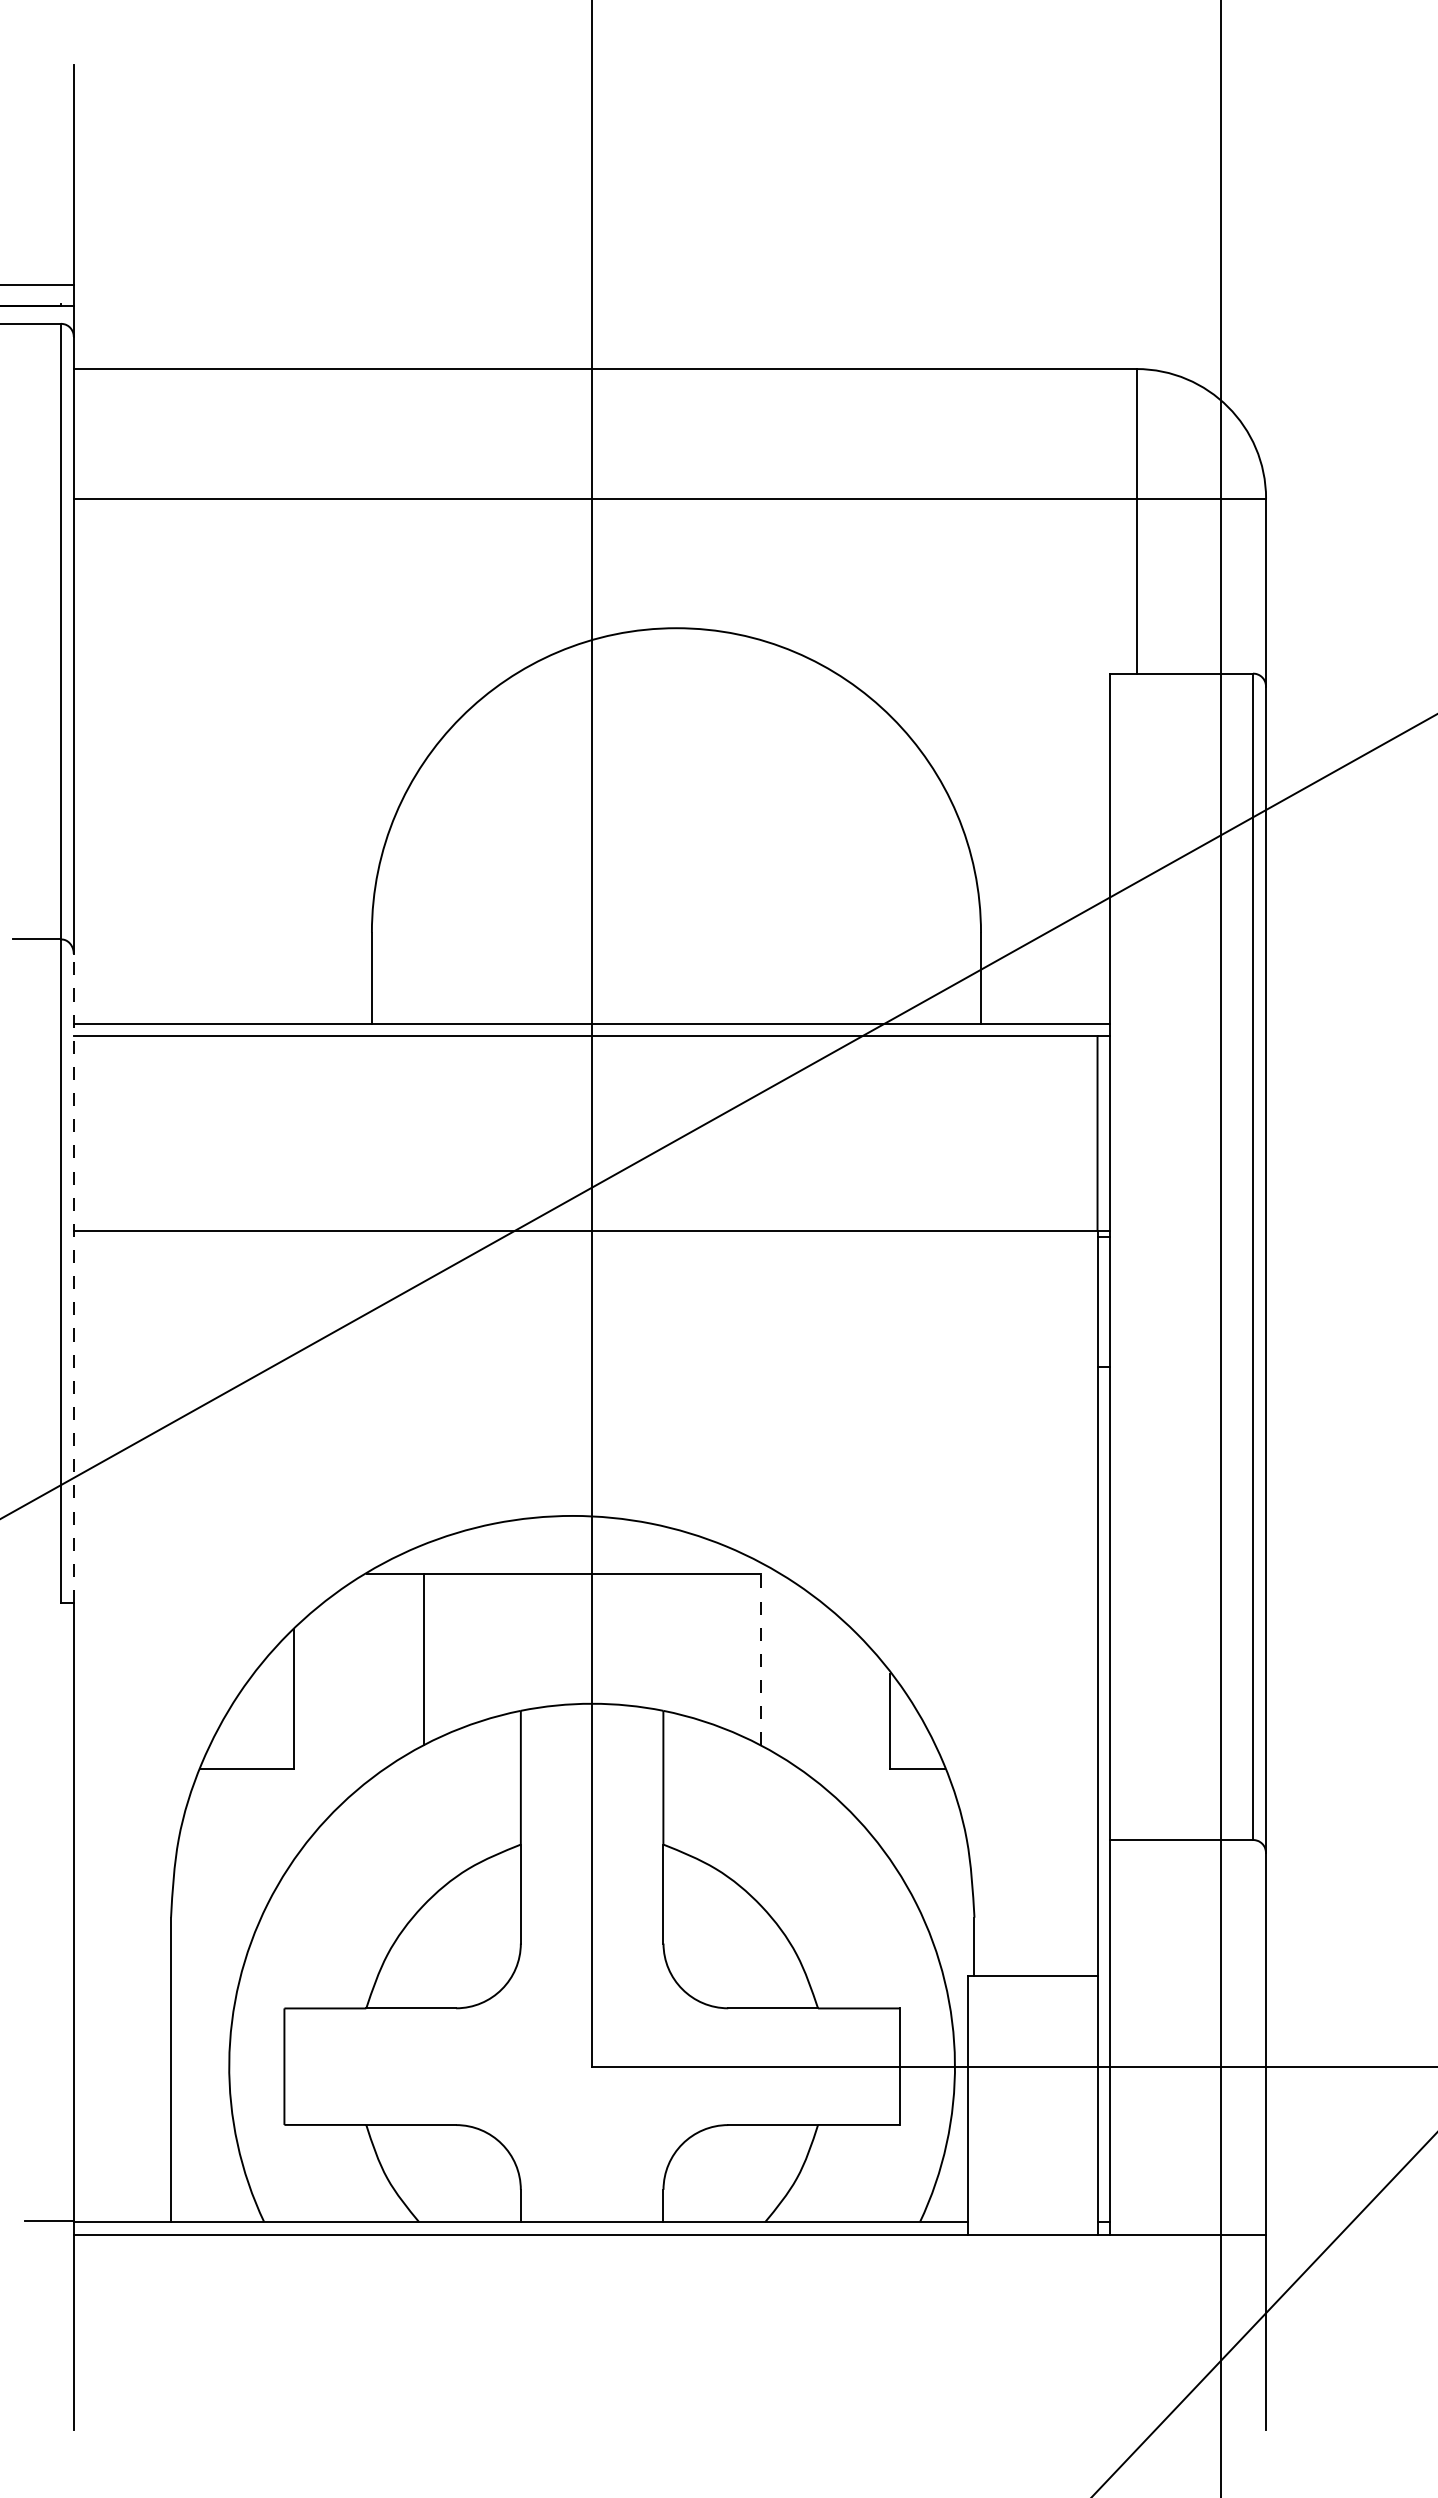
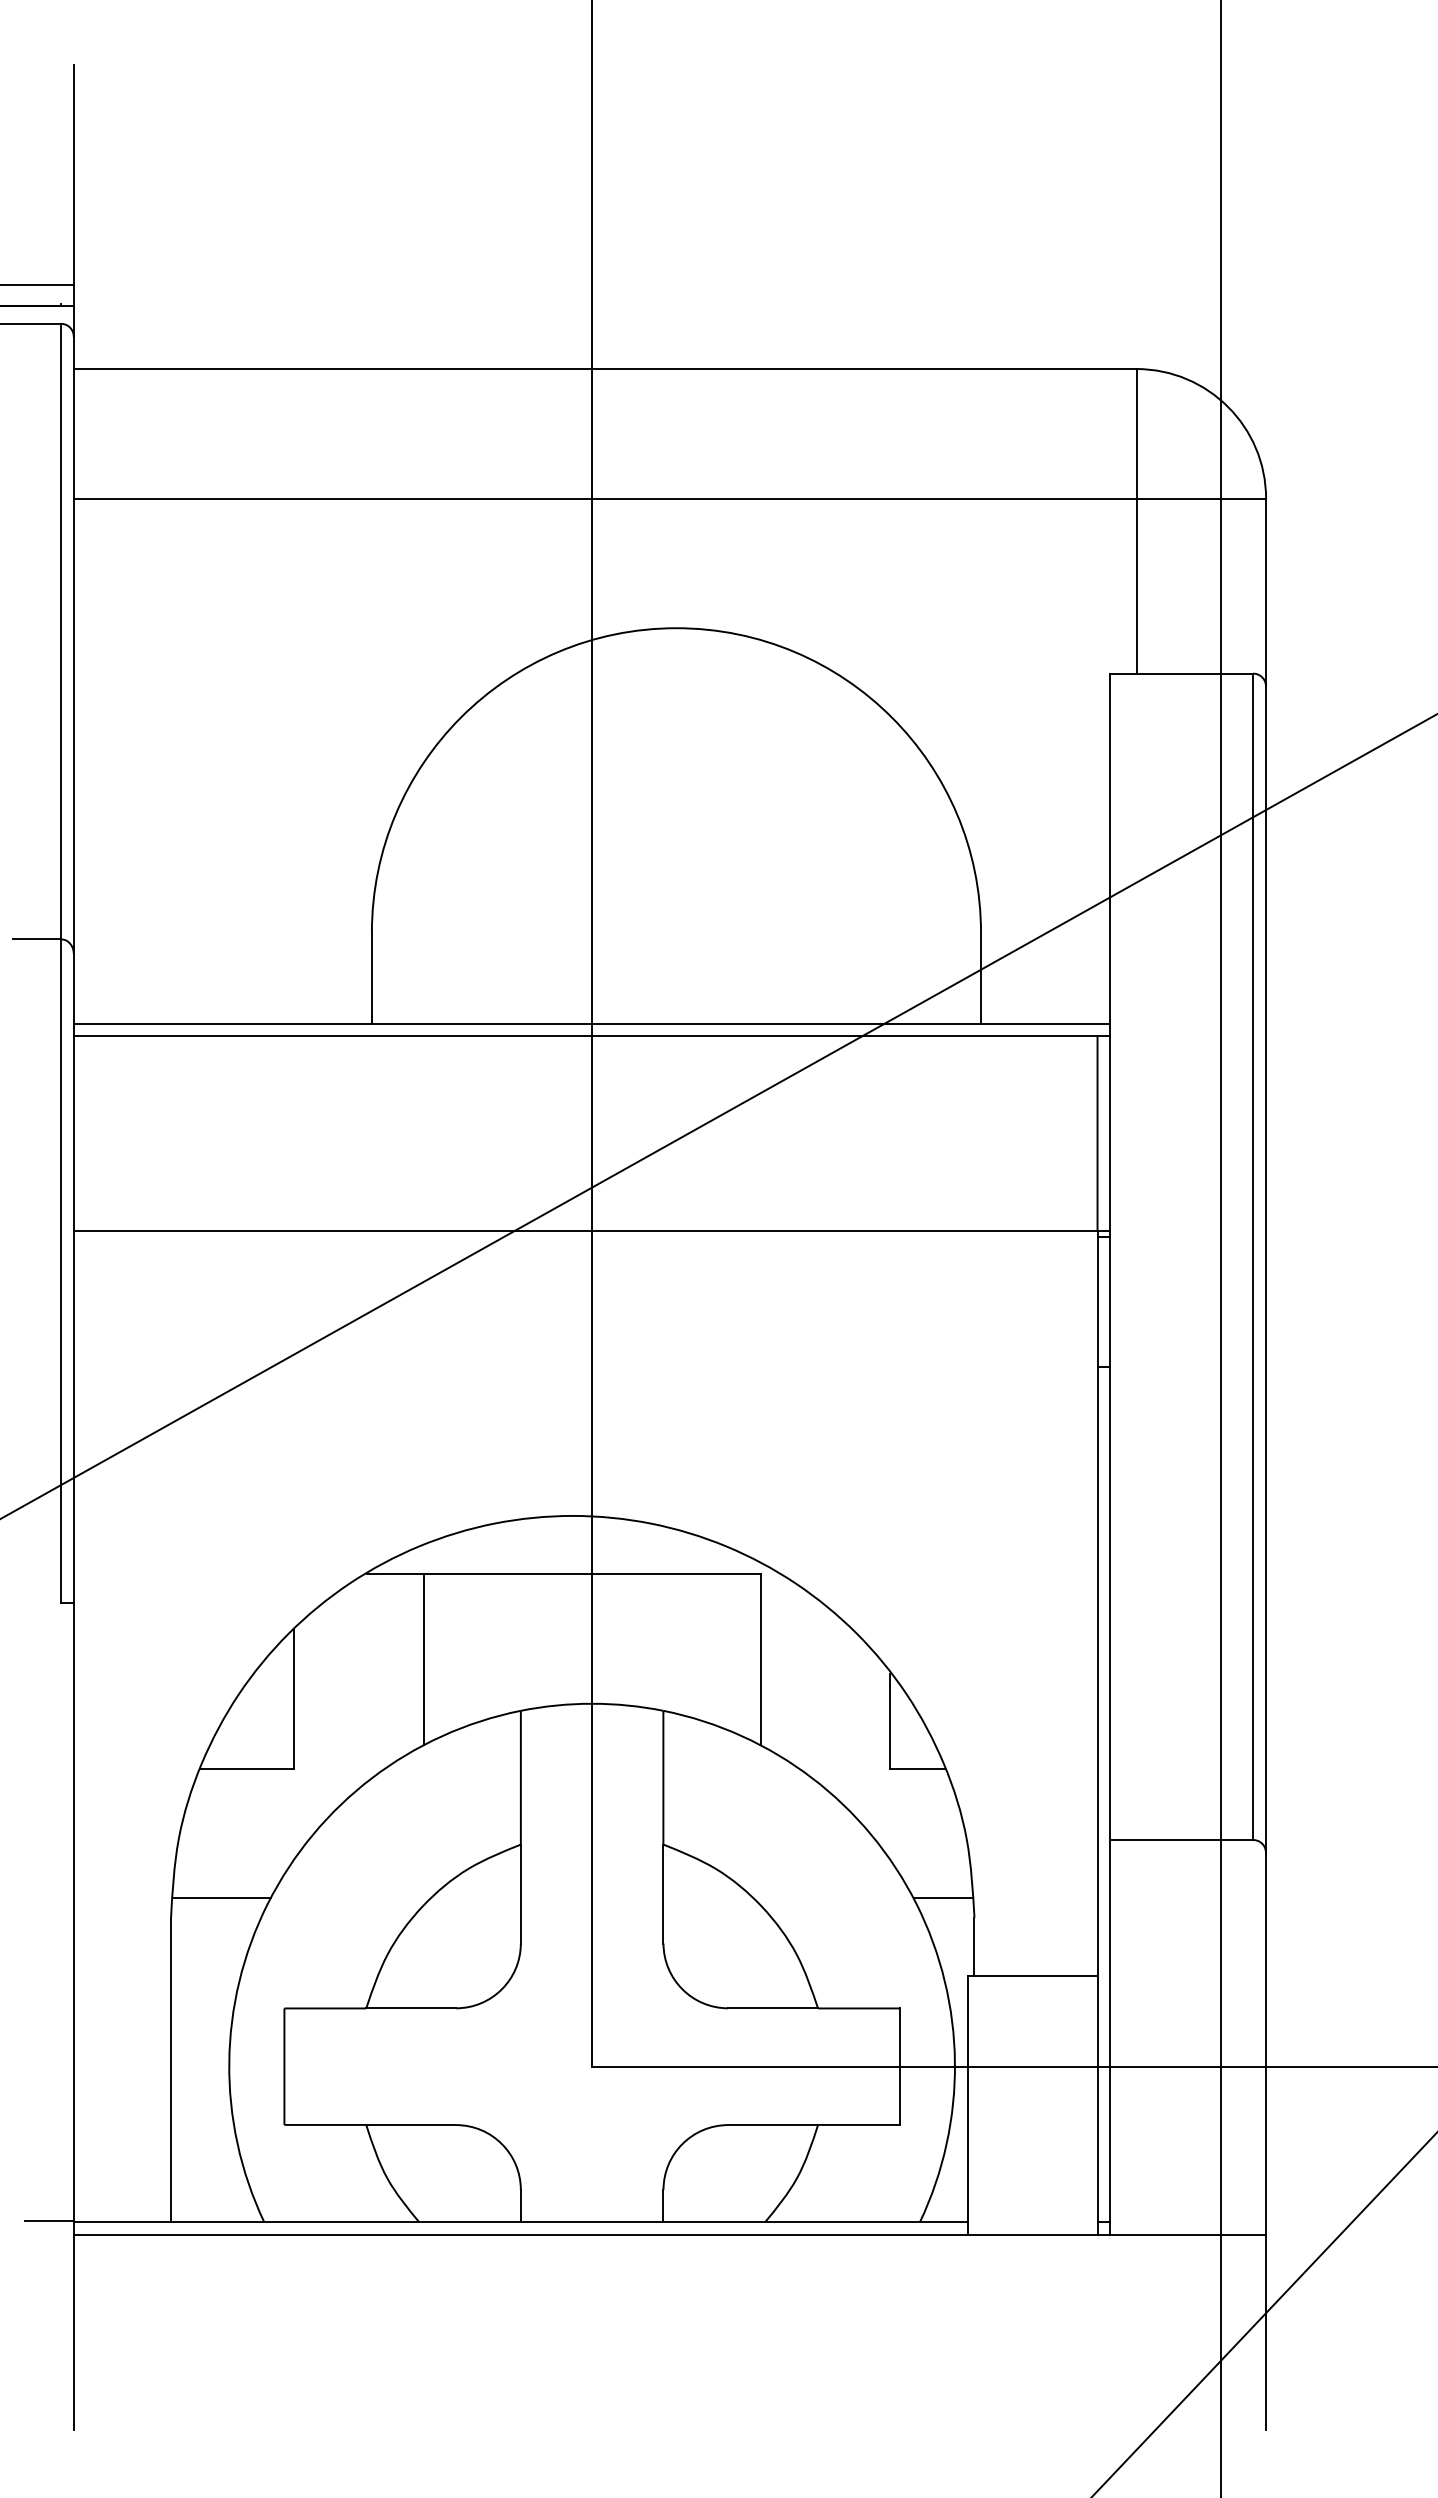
line at (73, 1278): dashed -> solid
line at (760, 1659): dashed -> solid
line at (221, 1898): none -> present
line at (942, 1898): none -> present
